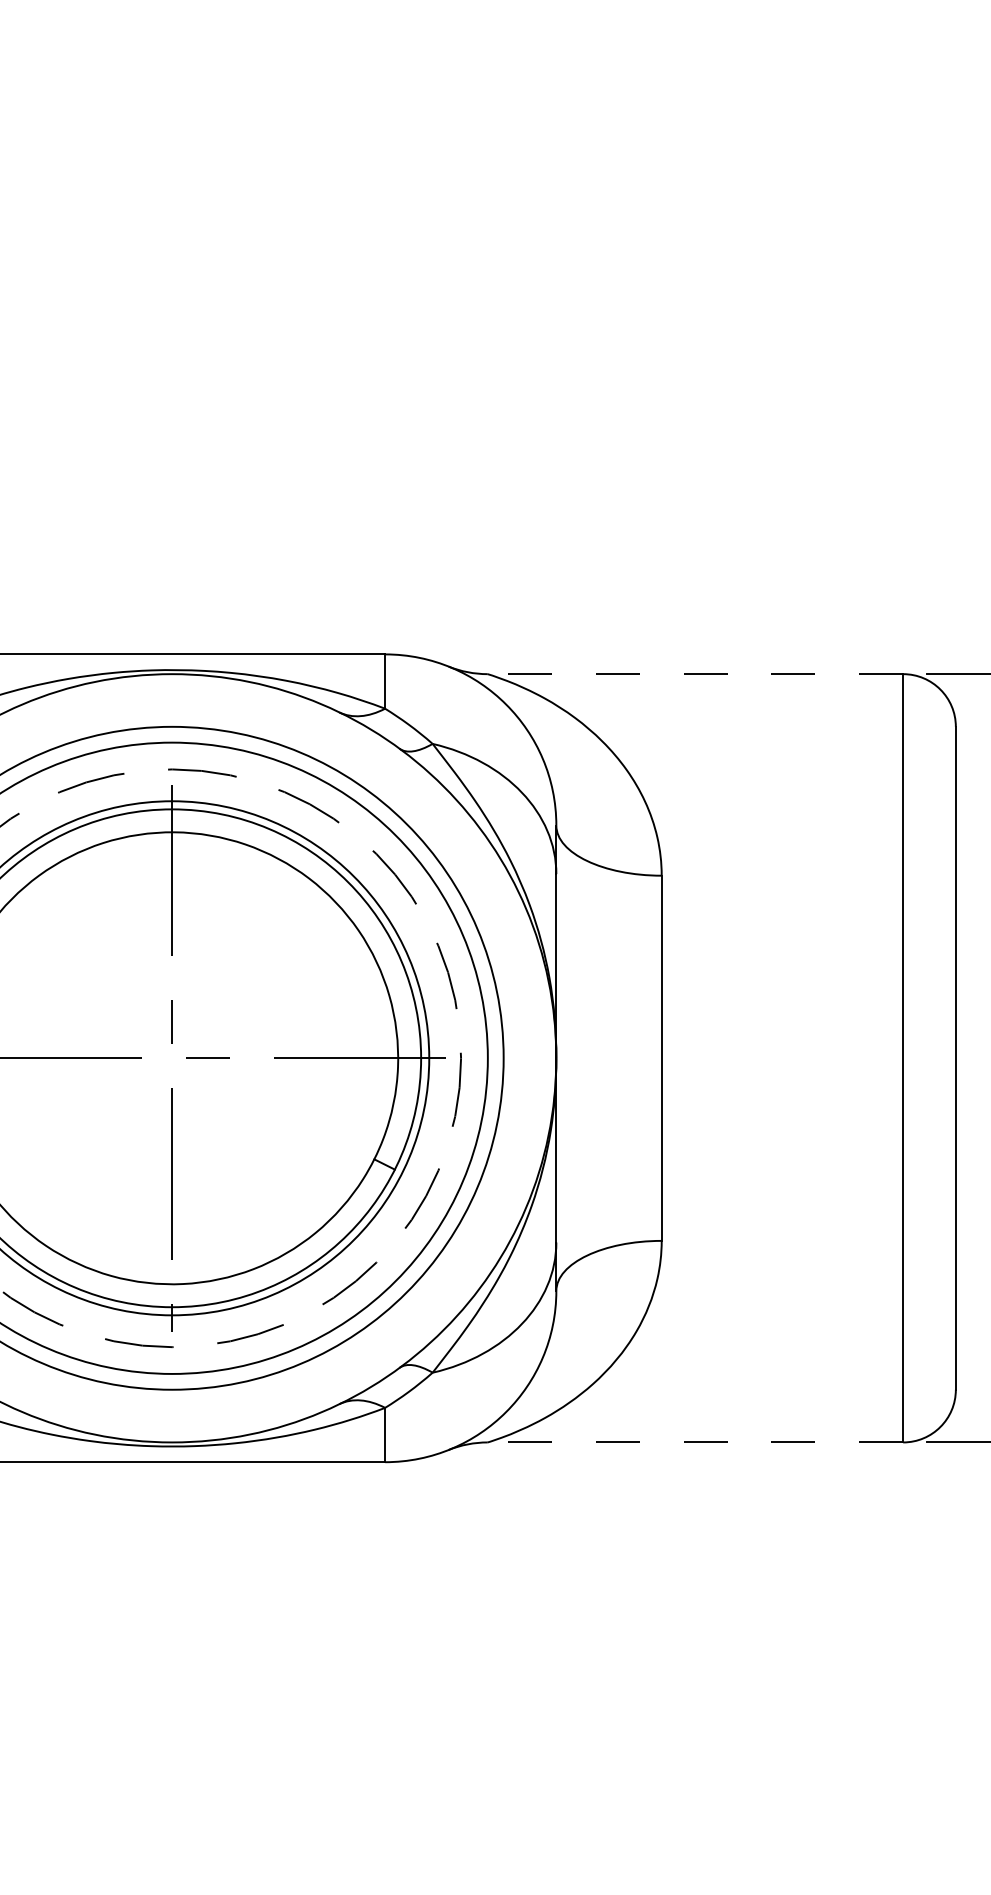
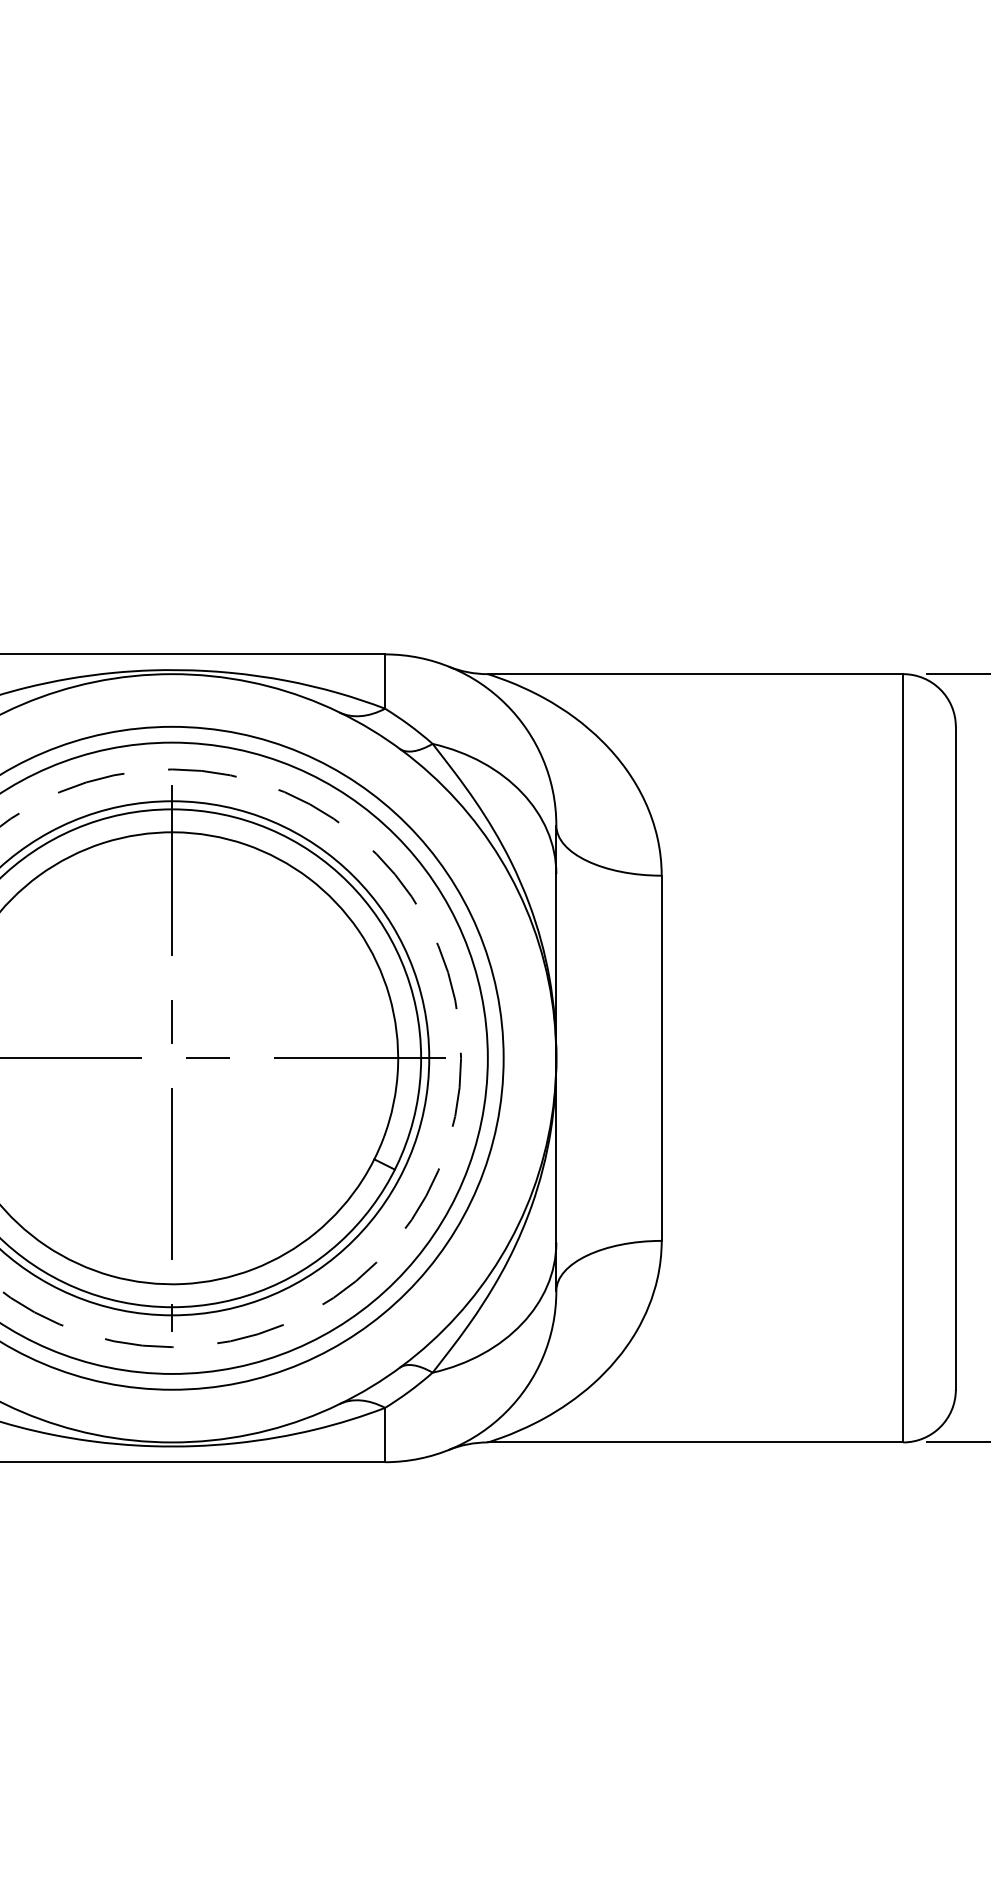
line at (695, 674): dashed -> solid
line at (695, 1442): dashed -> solid
